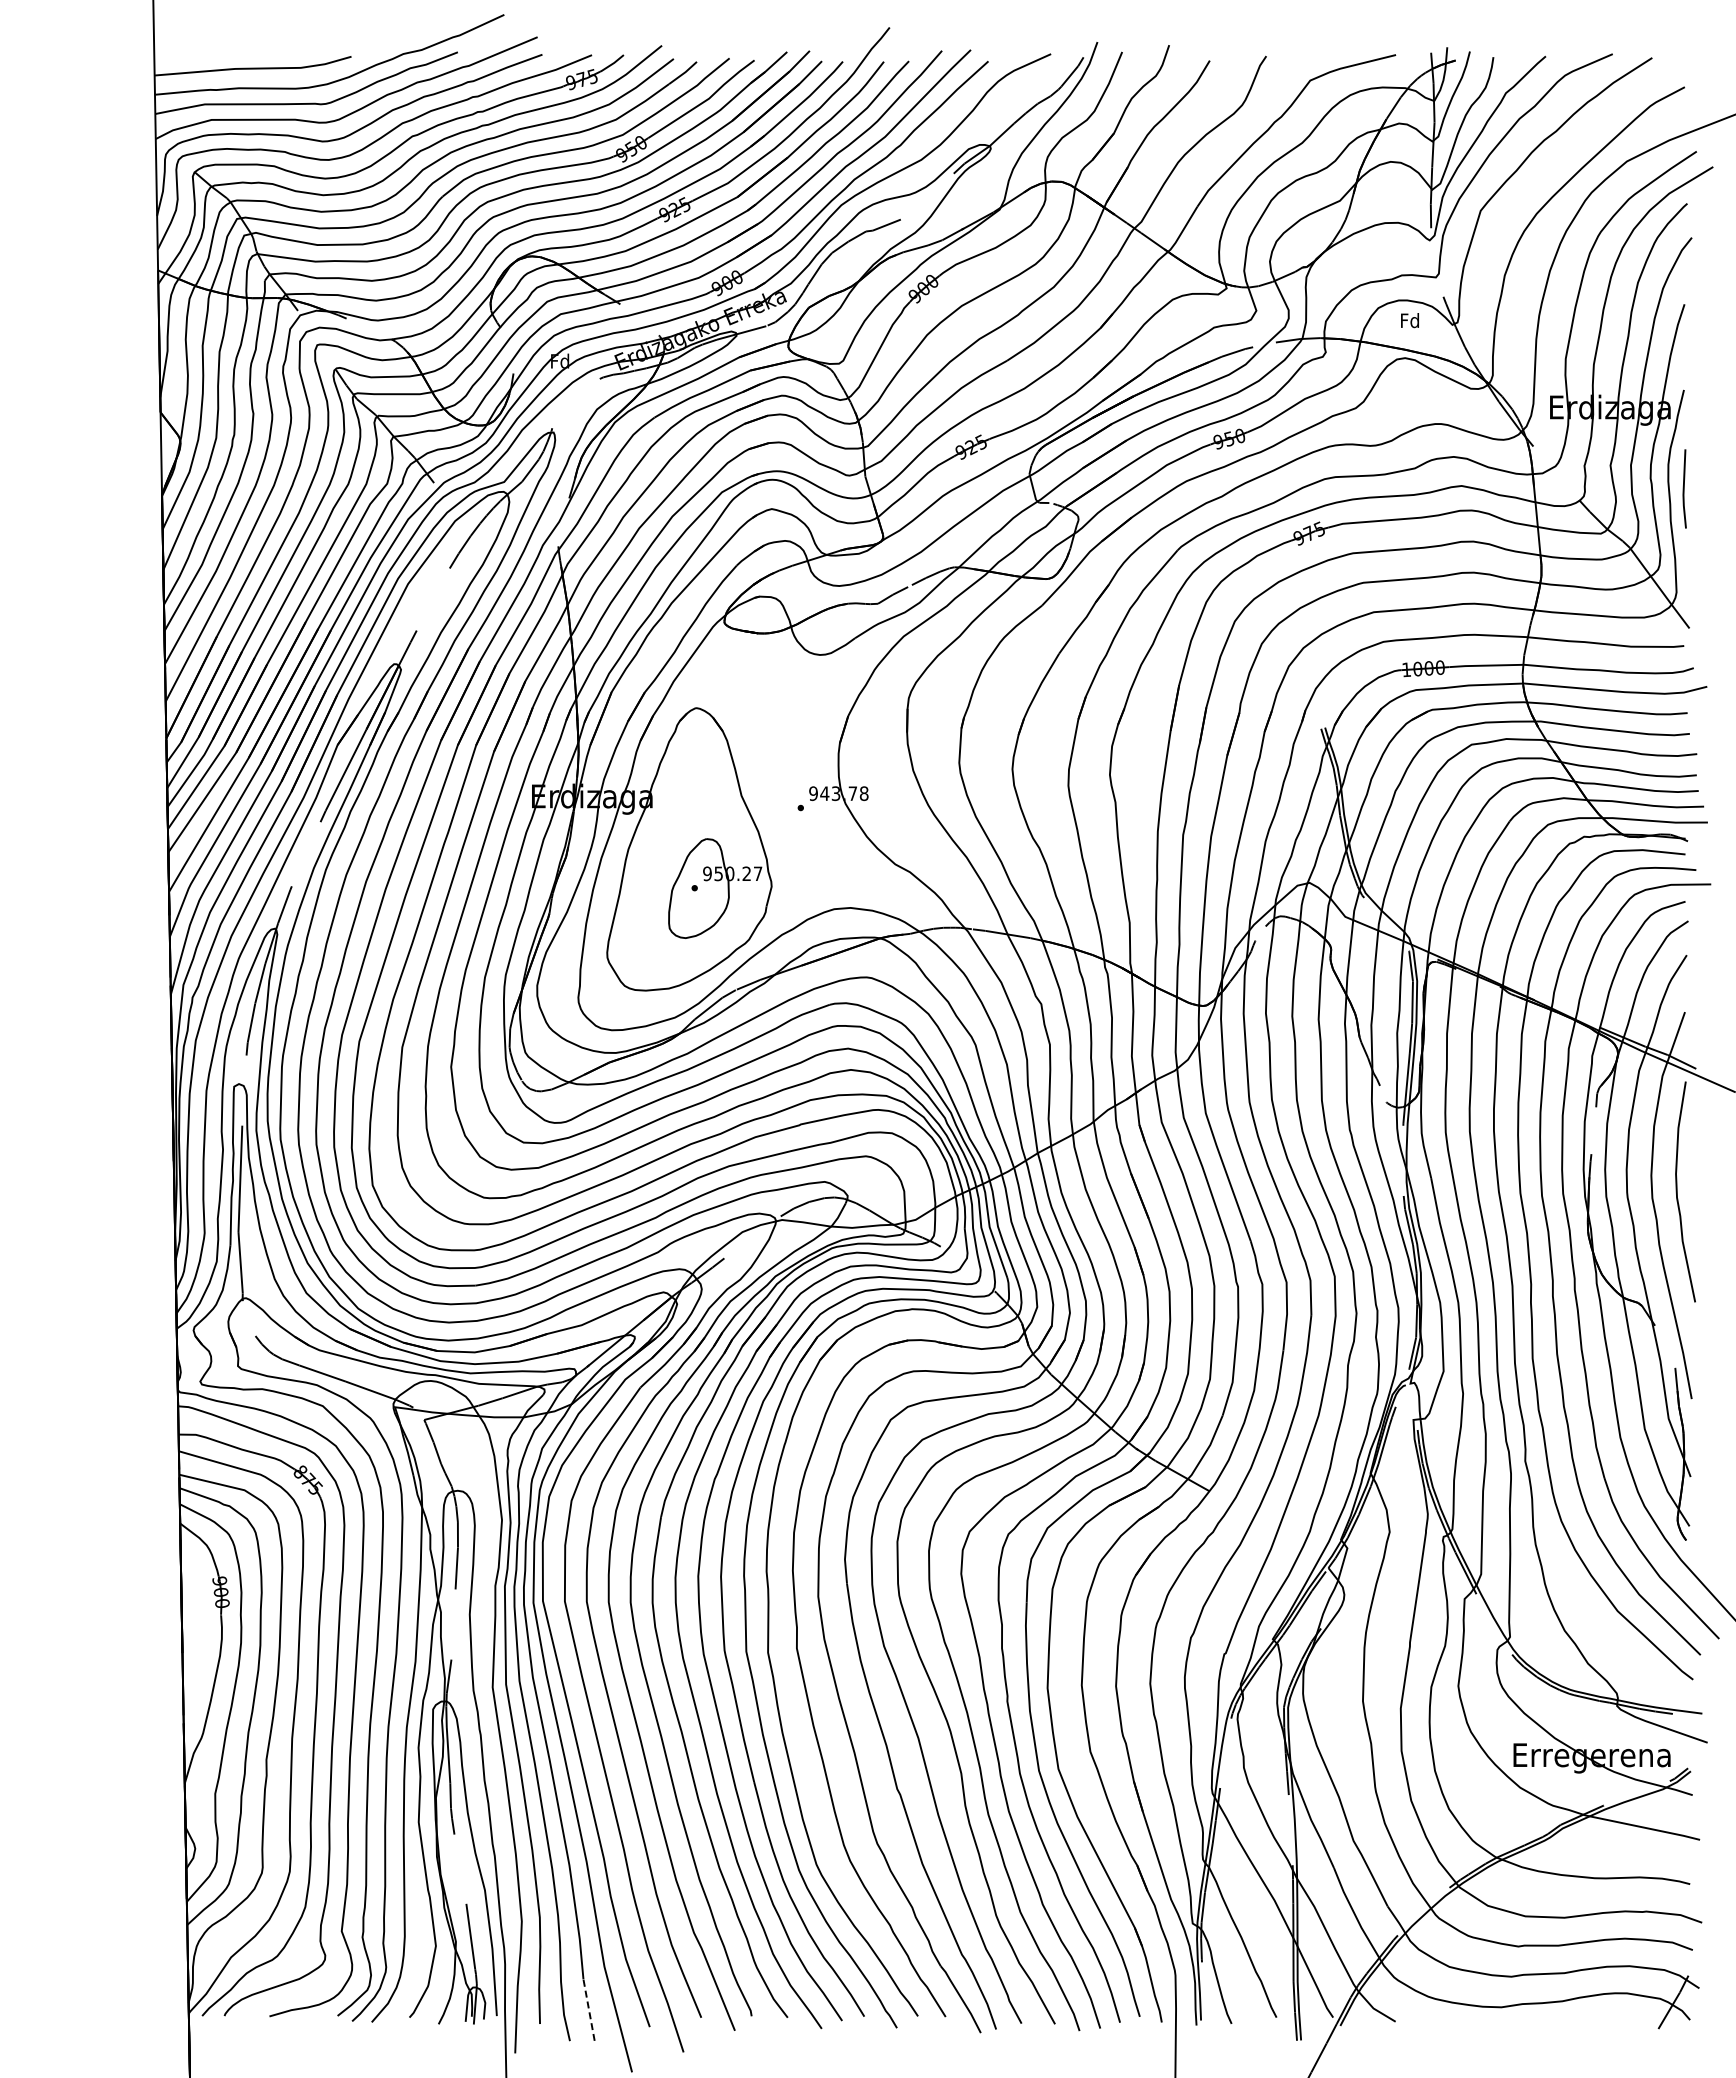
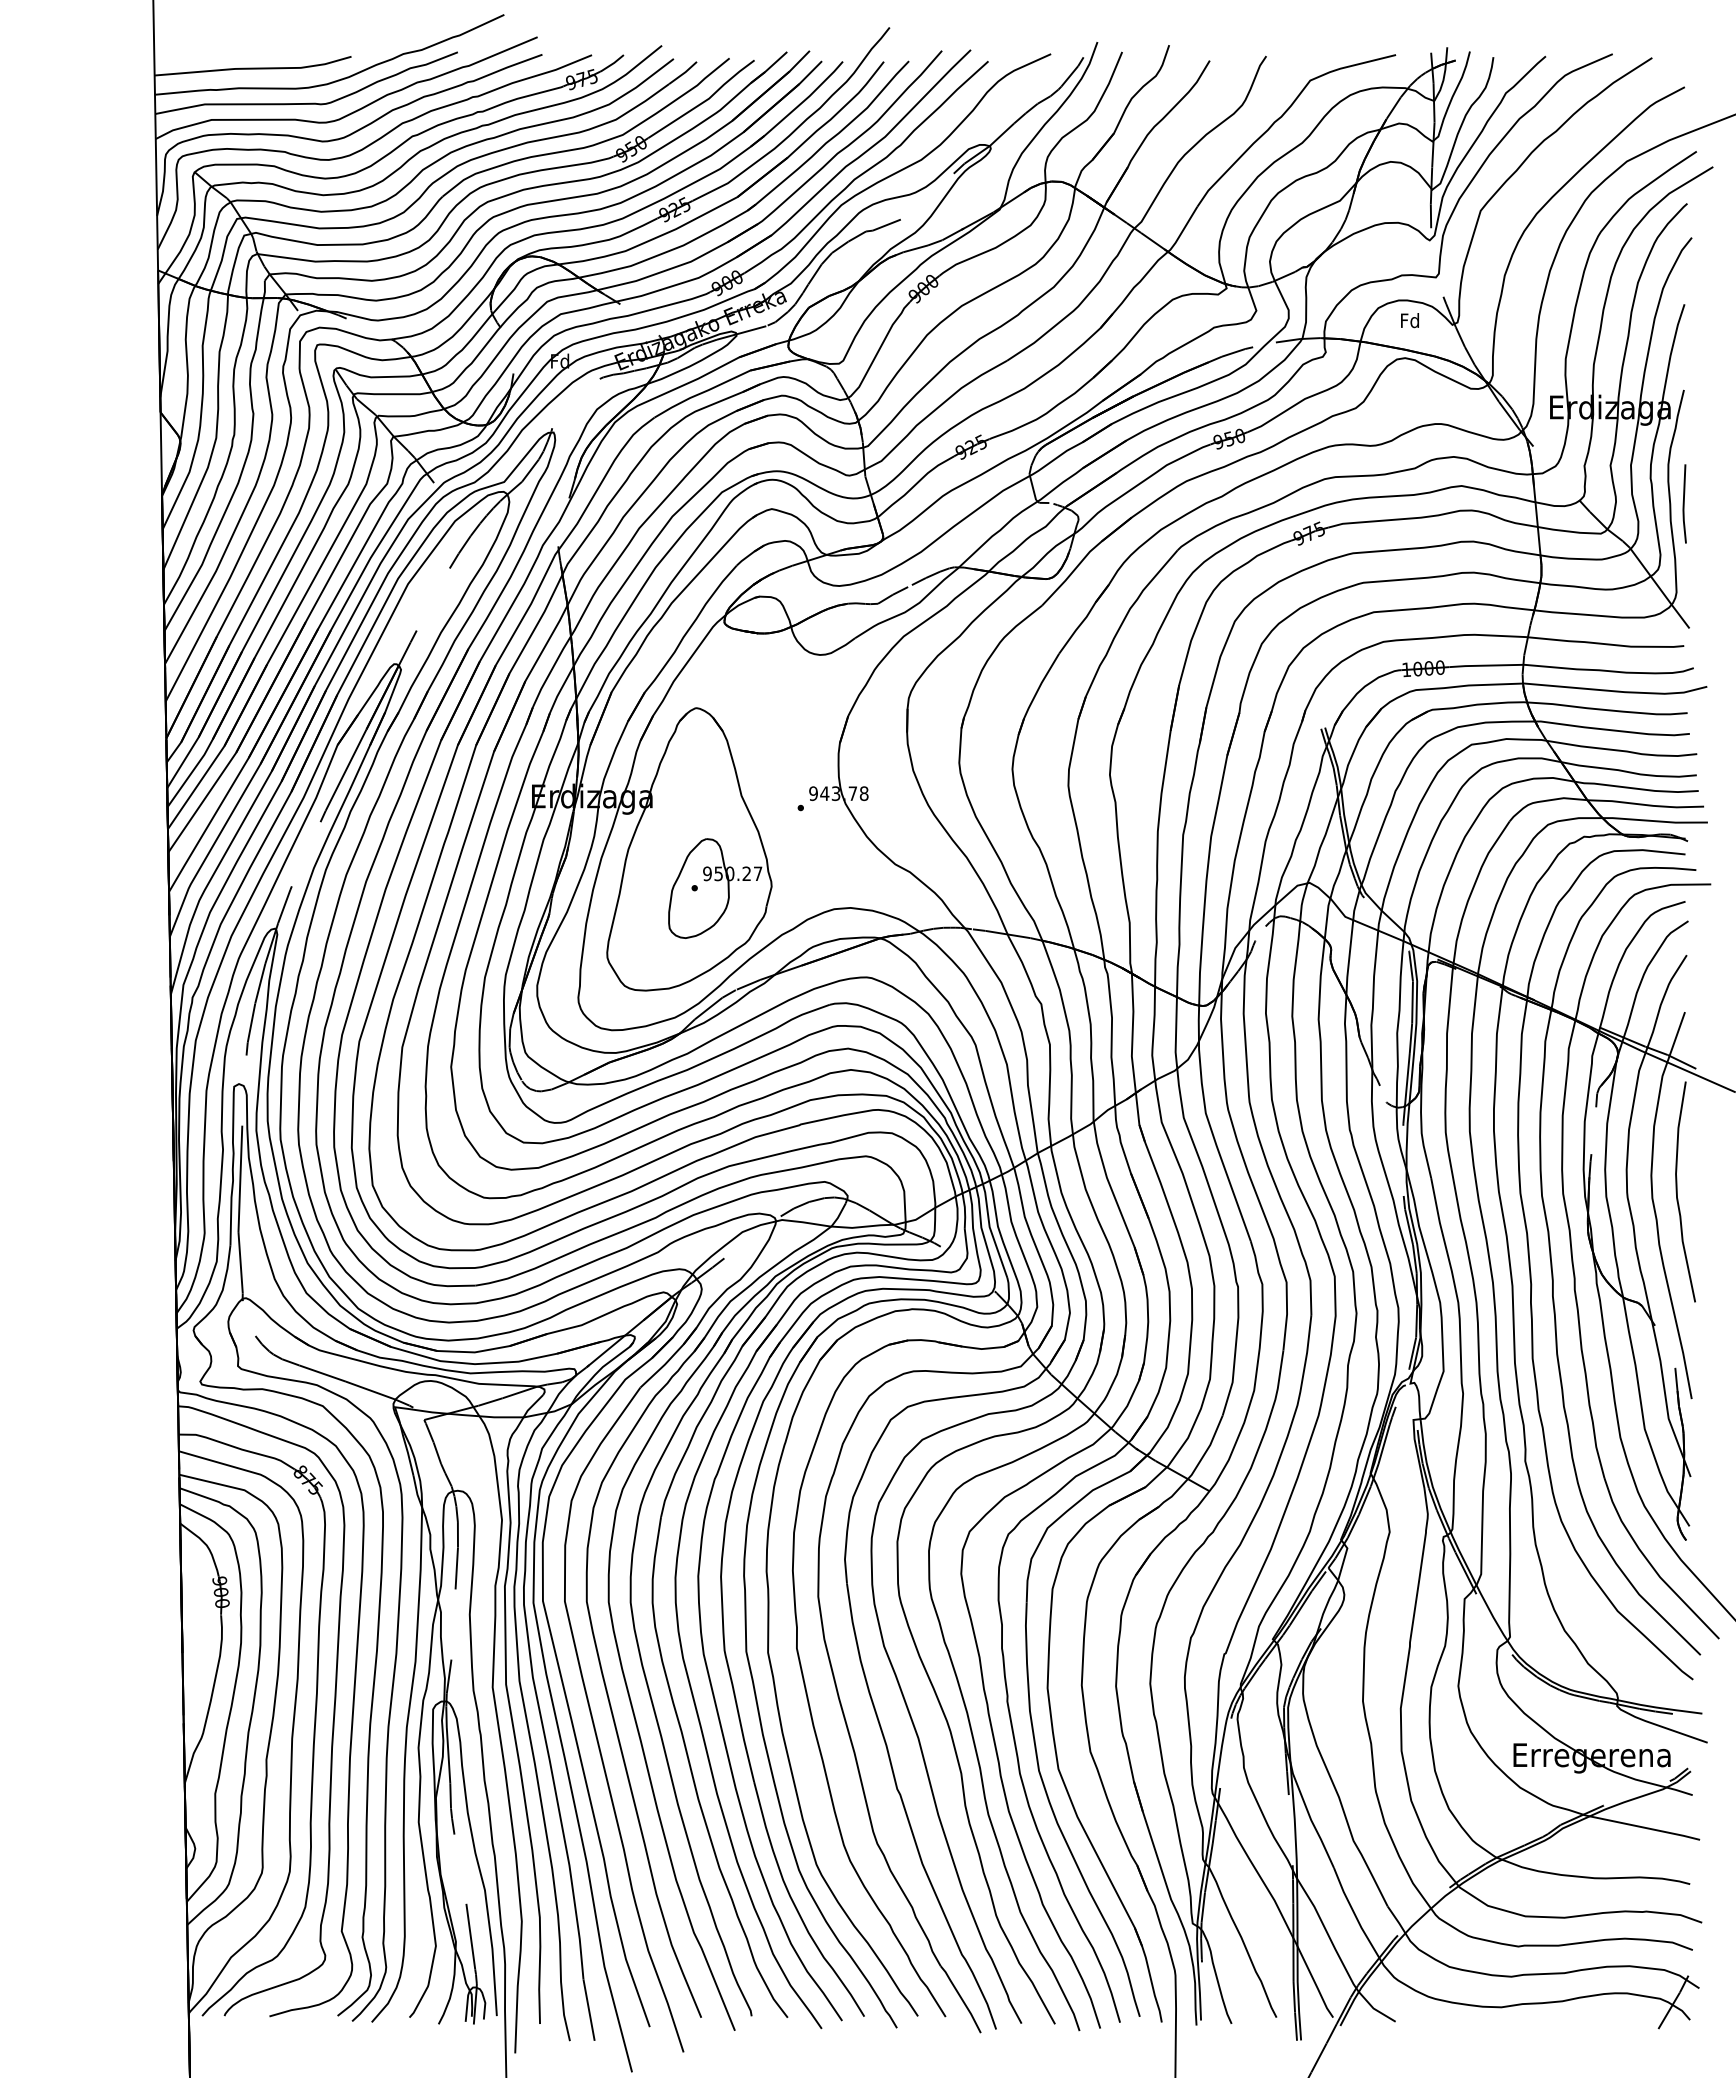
line at (1684, 488) position: (1684, 488) -> (1684, 503)
line at (588, 2009): dashed -> solid
